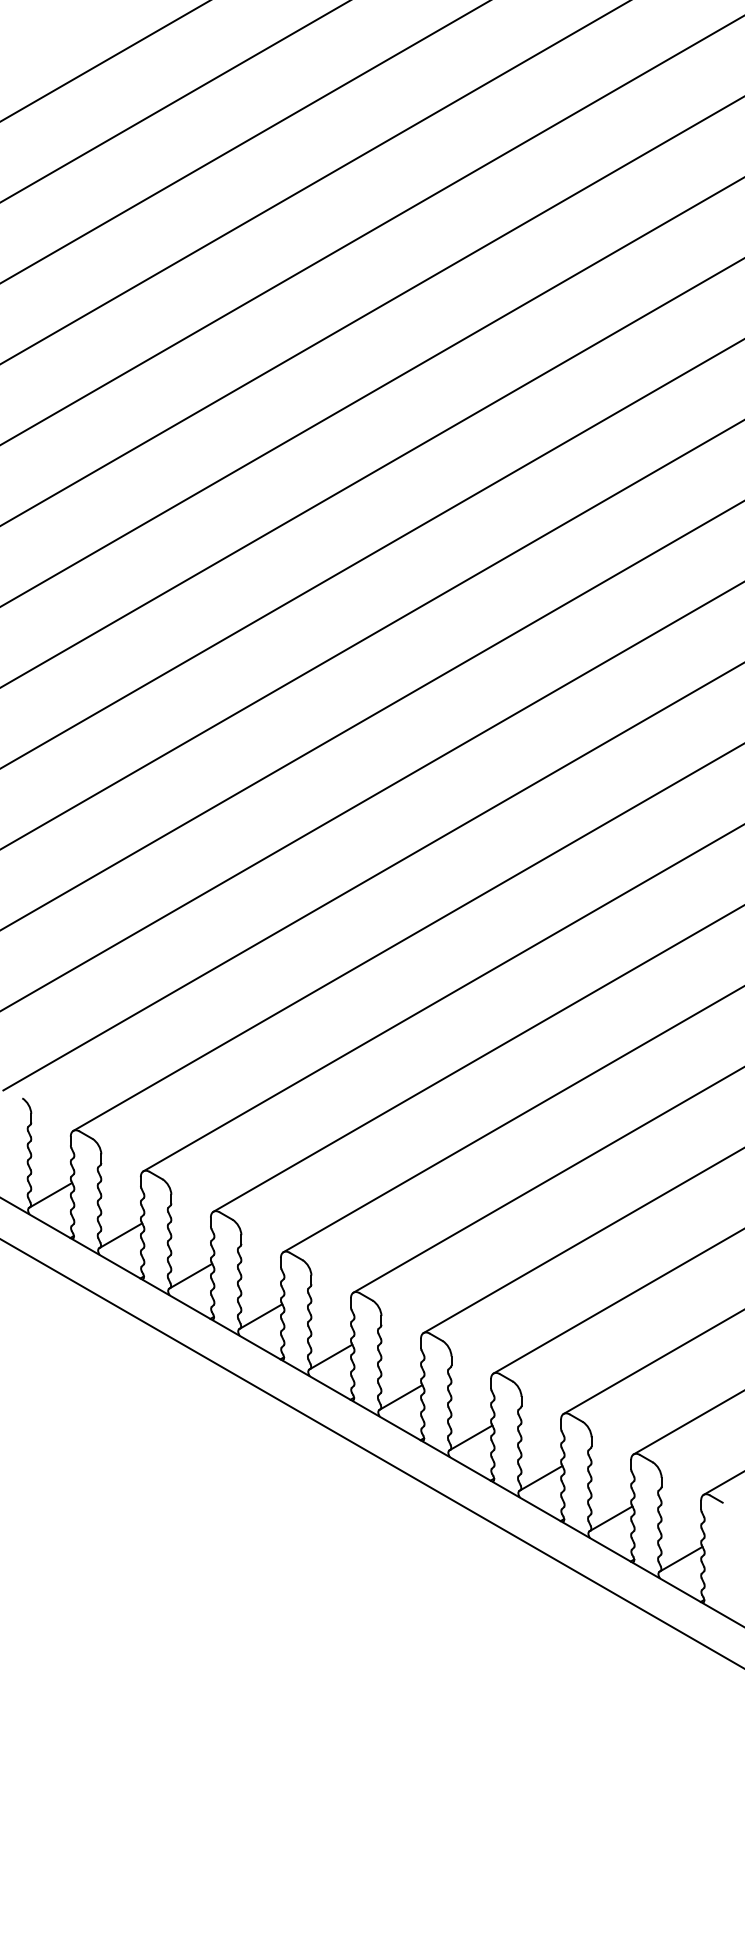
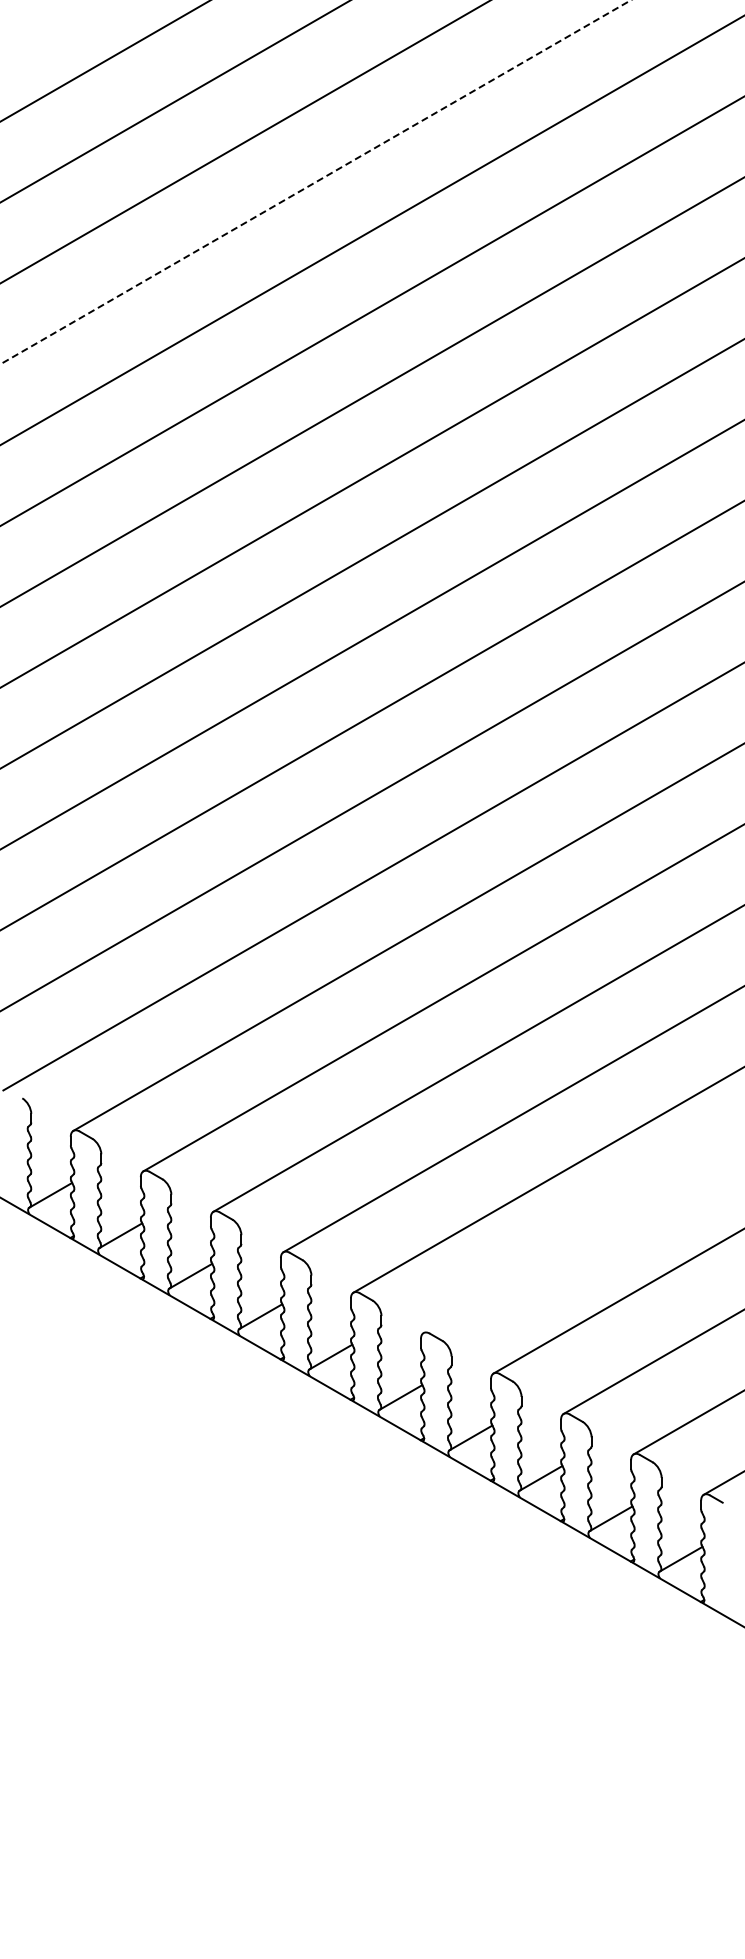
line at (315, 182): solid -> dashed
line at (582, 1241): present -> none
line at (371, 1453): present -> none
